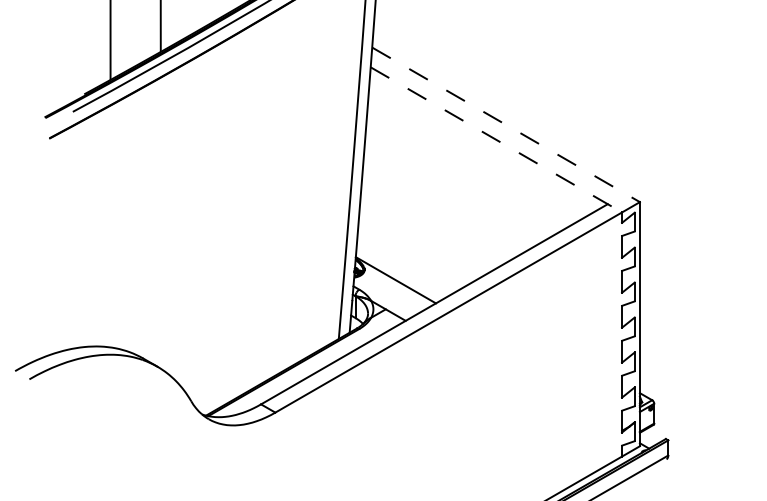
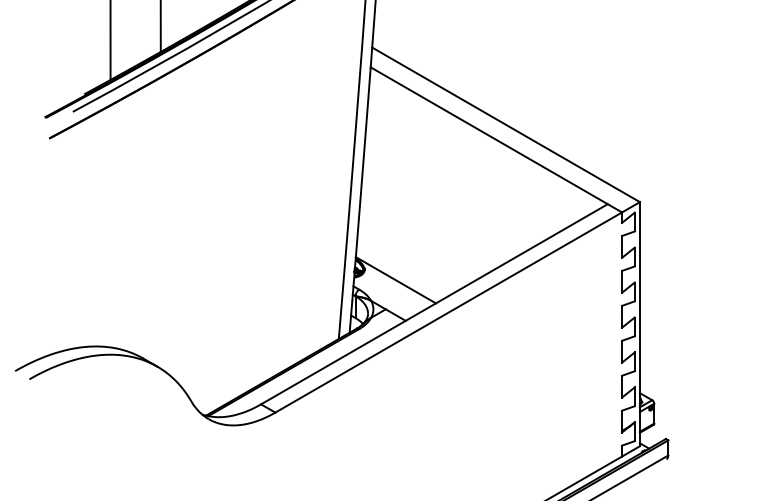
line at (506, 124): dashed -> solid
line at (496, 140): dashed -> solid
